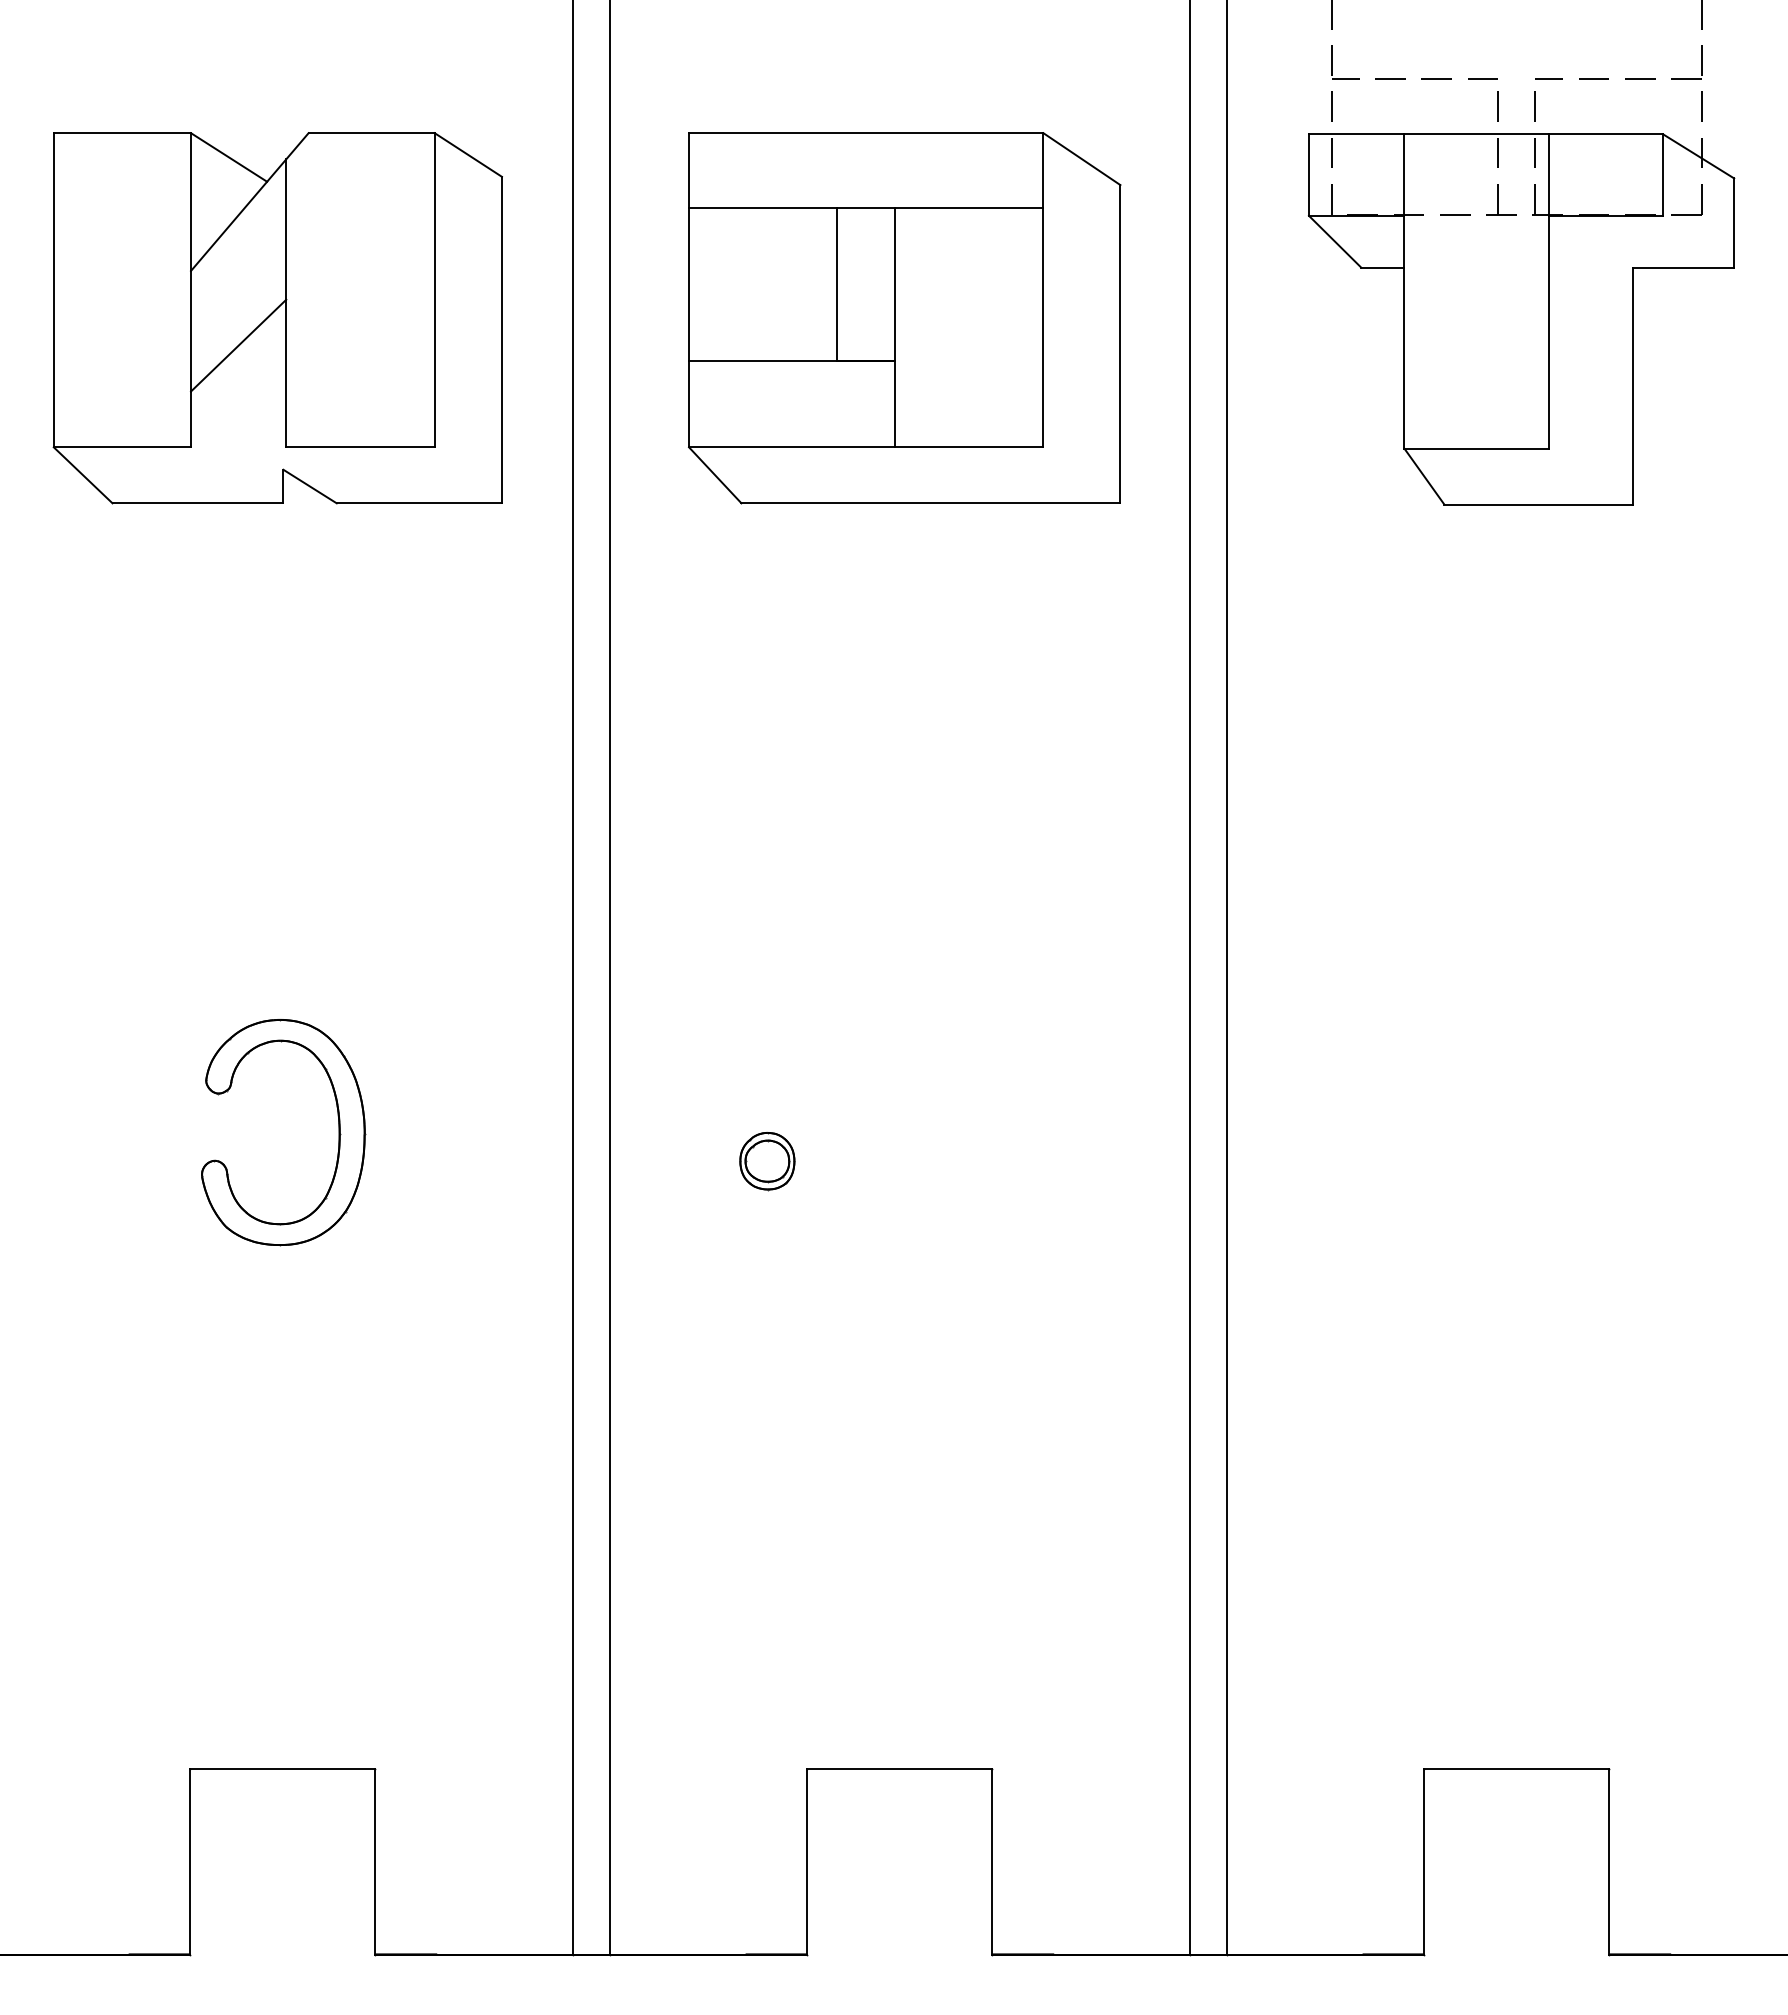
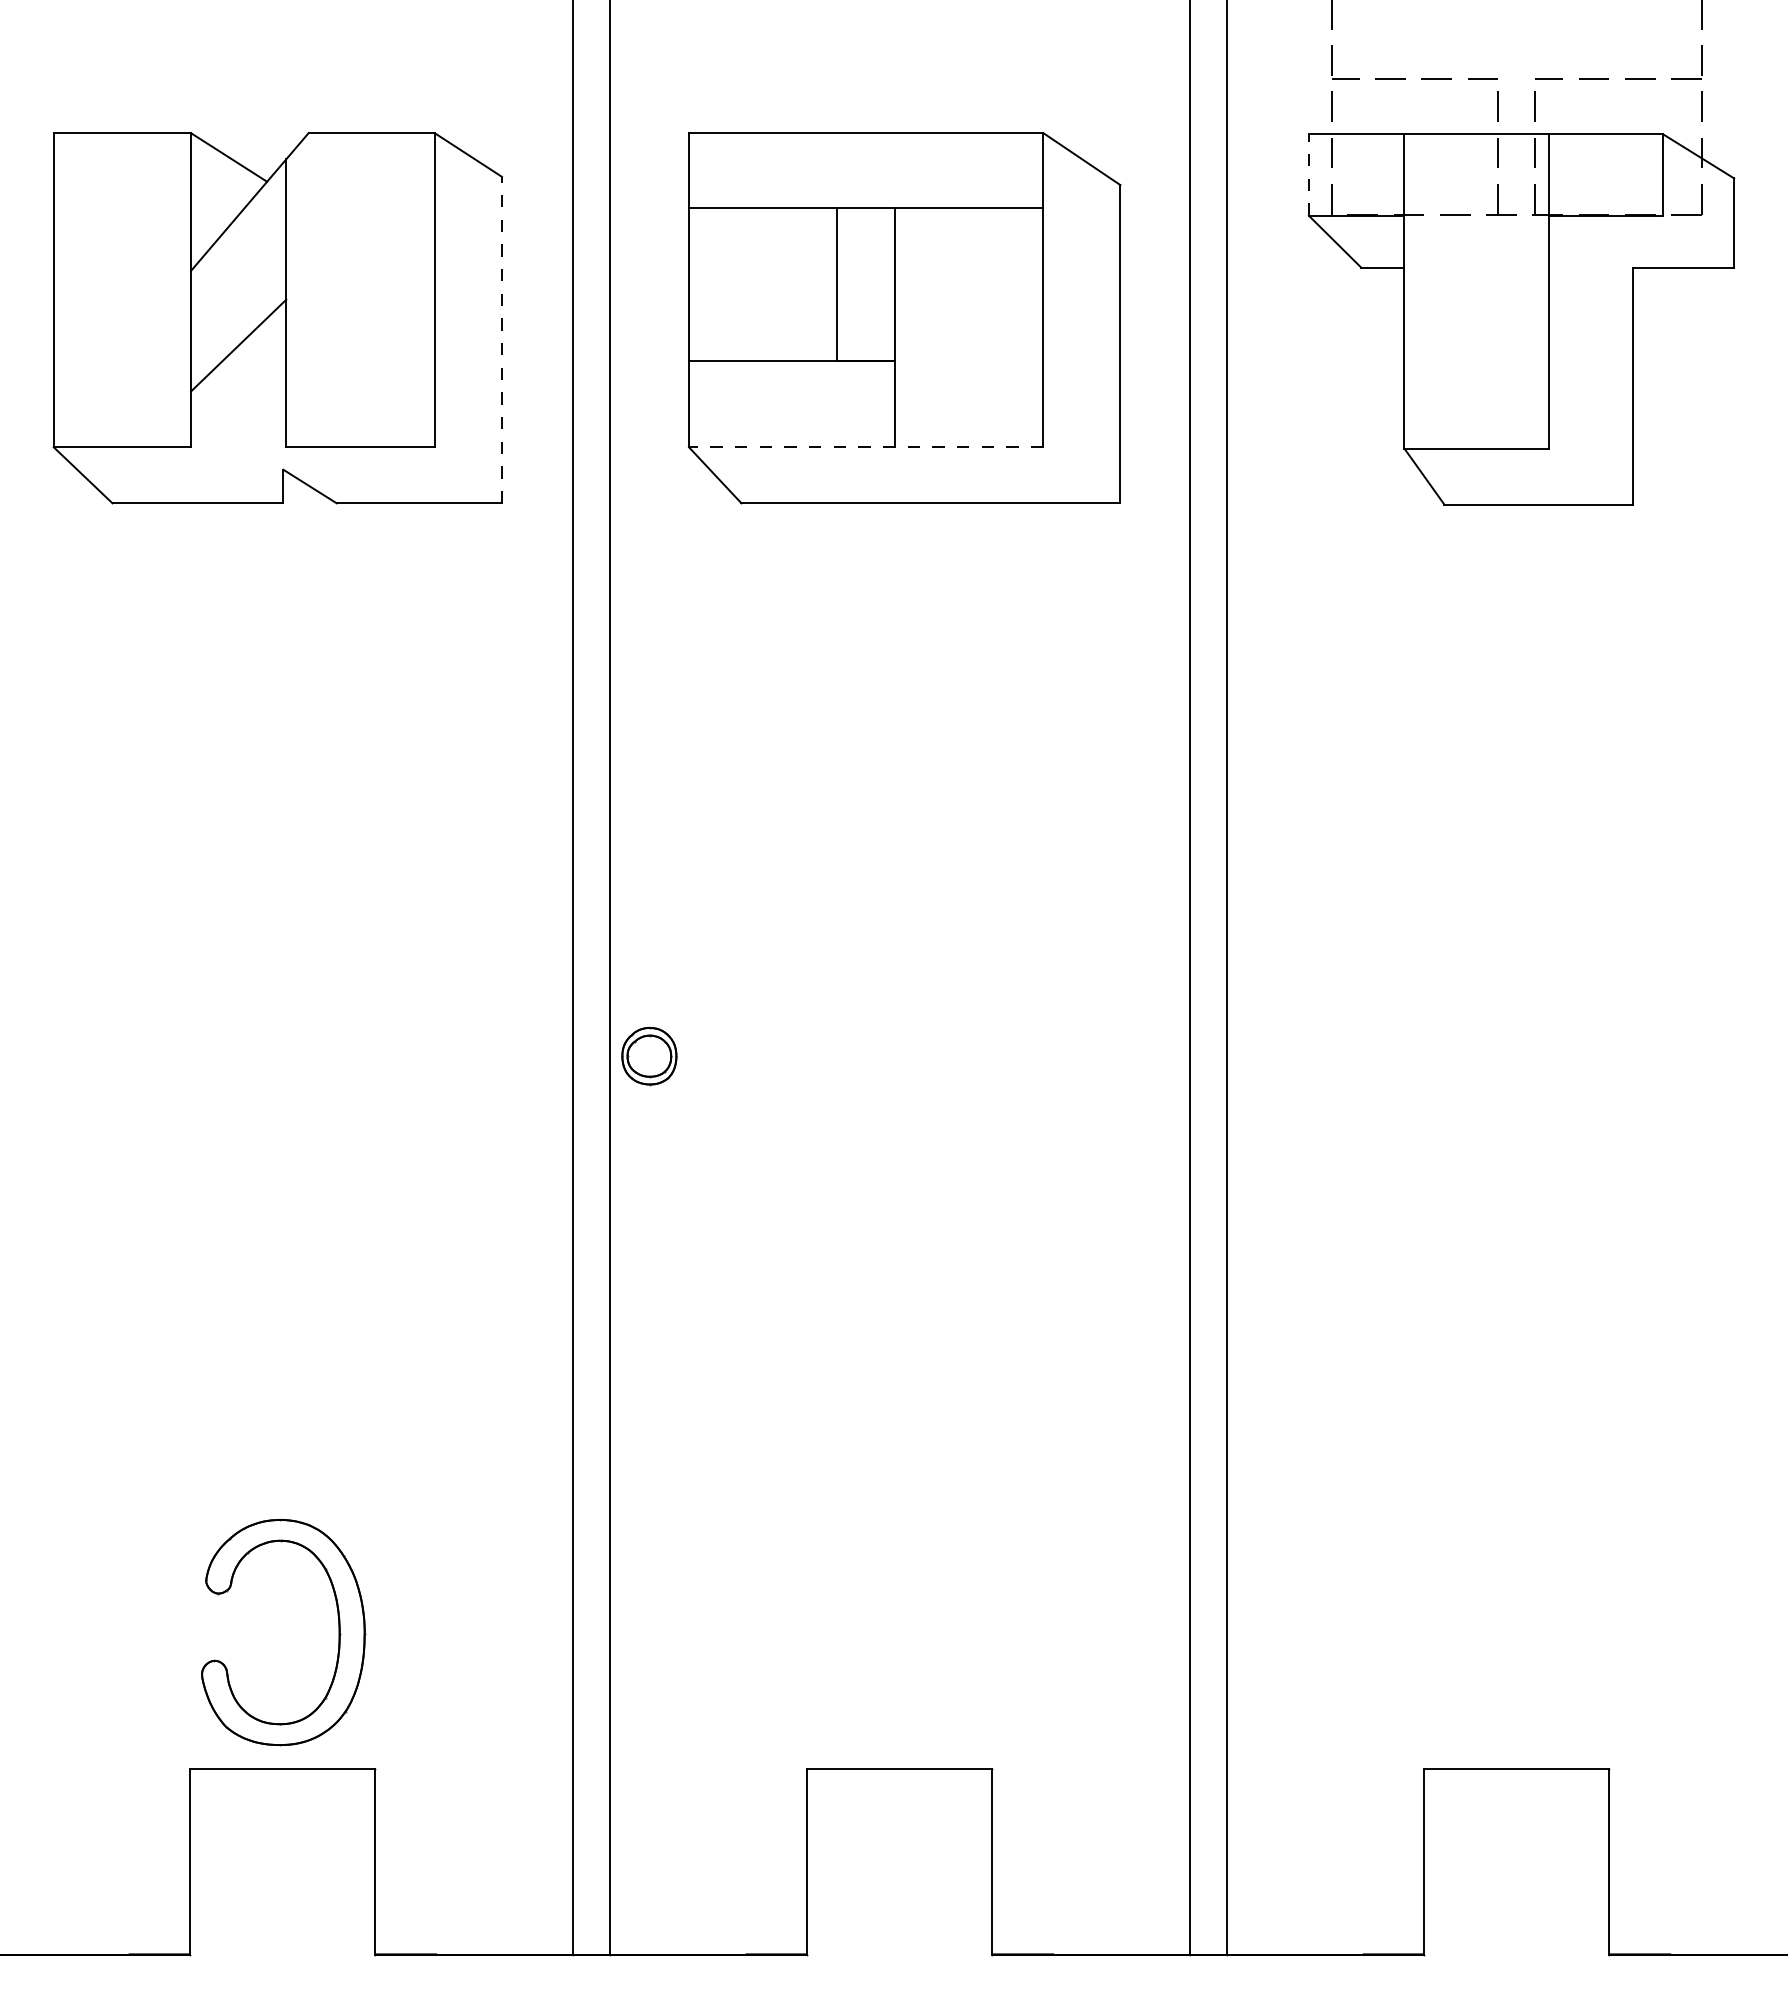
line at (1308, 175): solid -> dashed
line at (501, 339): solid -> dashed
line at (865, 447): solid -> dashed
part at (338, 1132) position: (338, 1132) -> (338, 1632)
part at (767, 1161) position: (767, 1161) -> (649, 1056)
